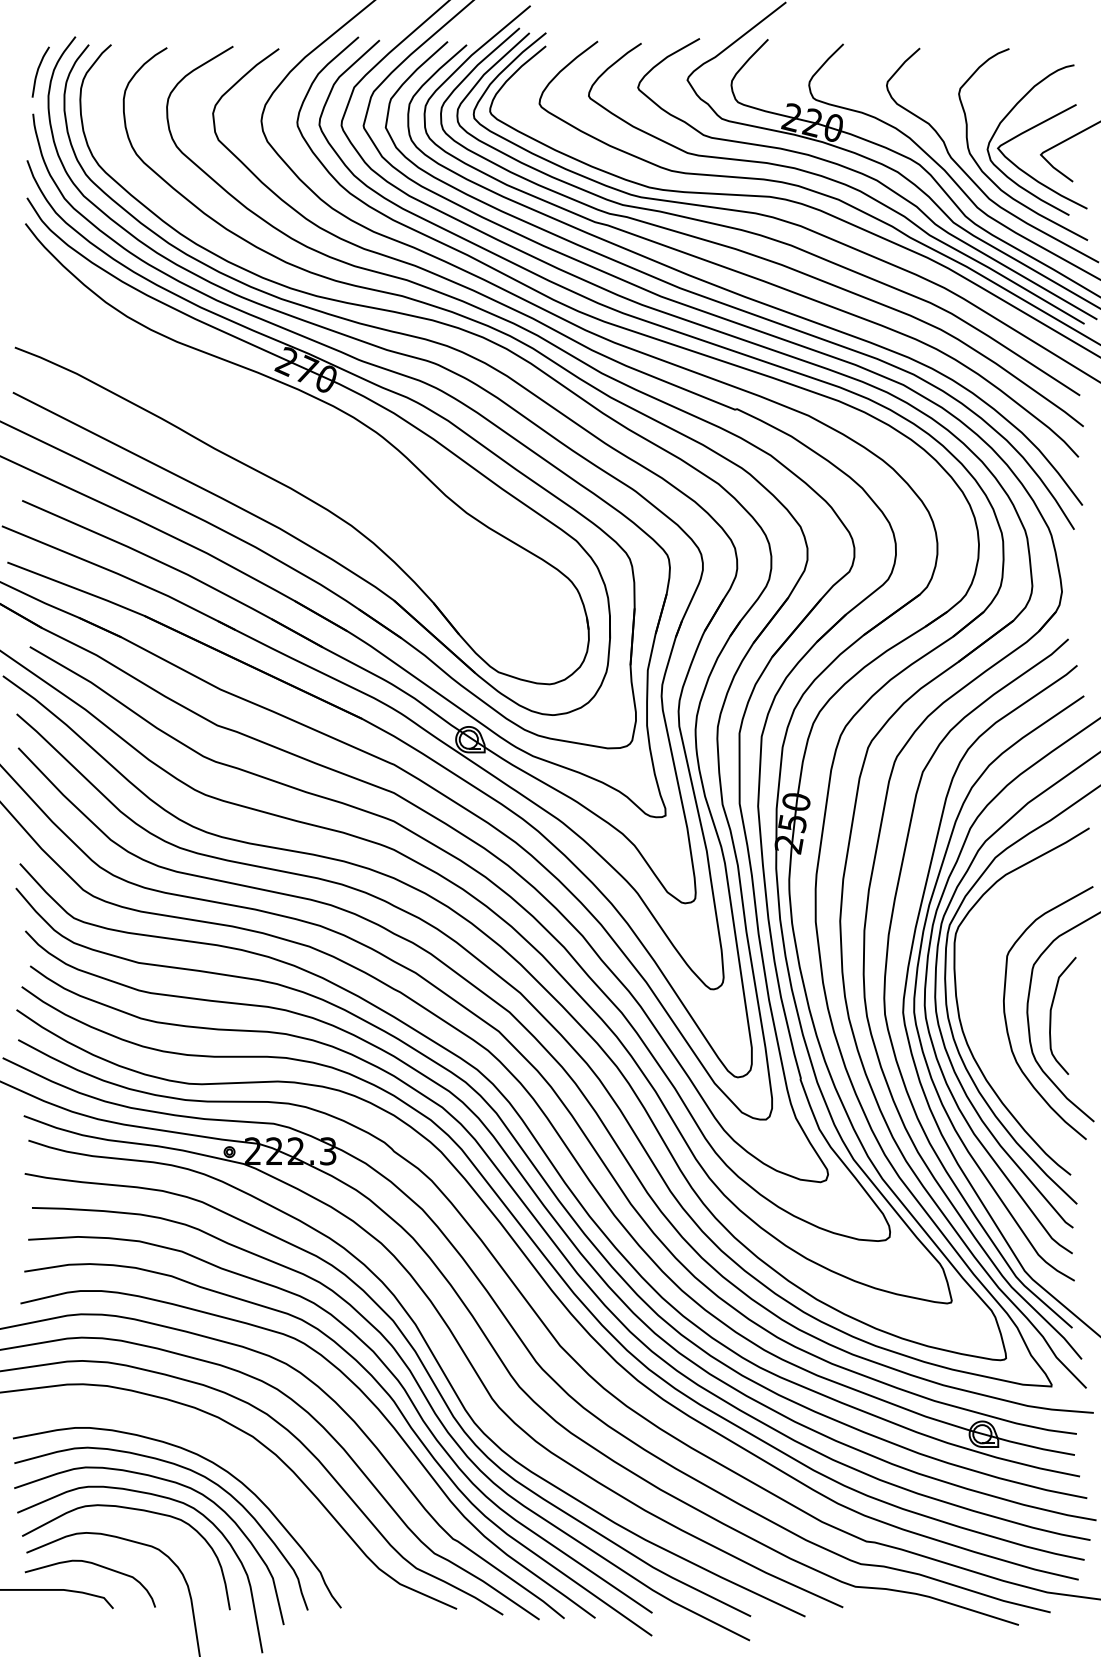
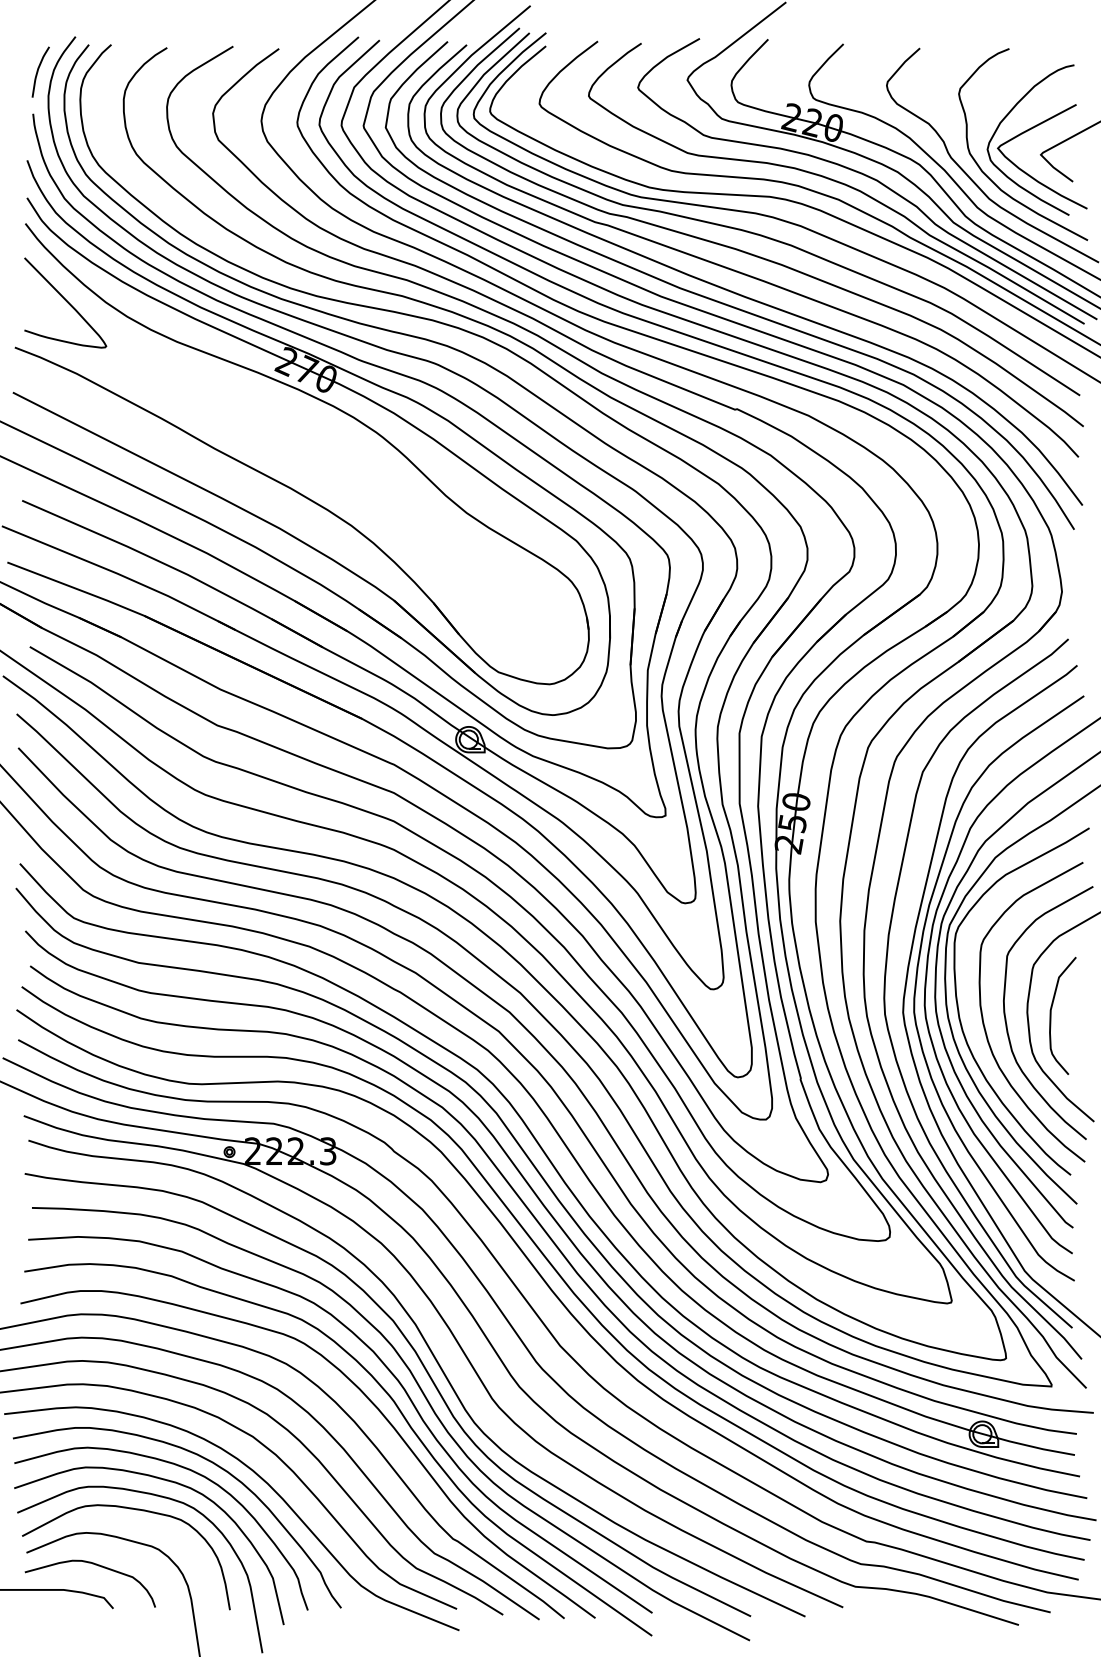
curve at (65, 301): none -> present
curve at (983, 1016): none -> present
curve at (264, 1482): none -> present
